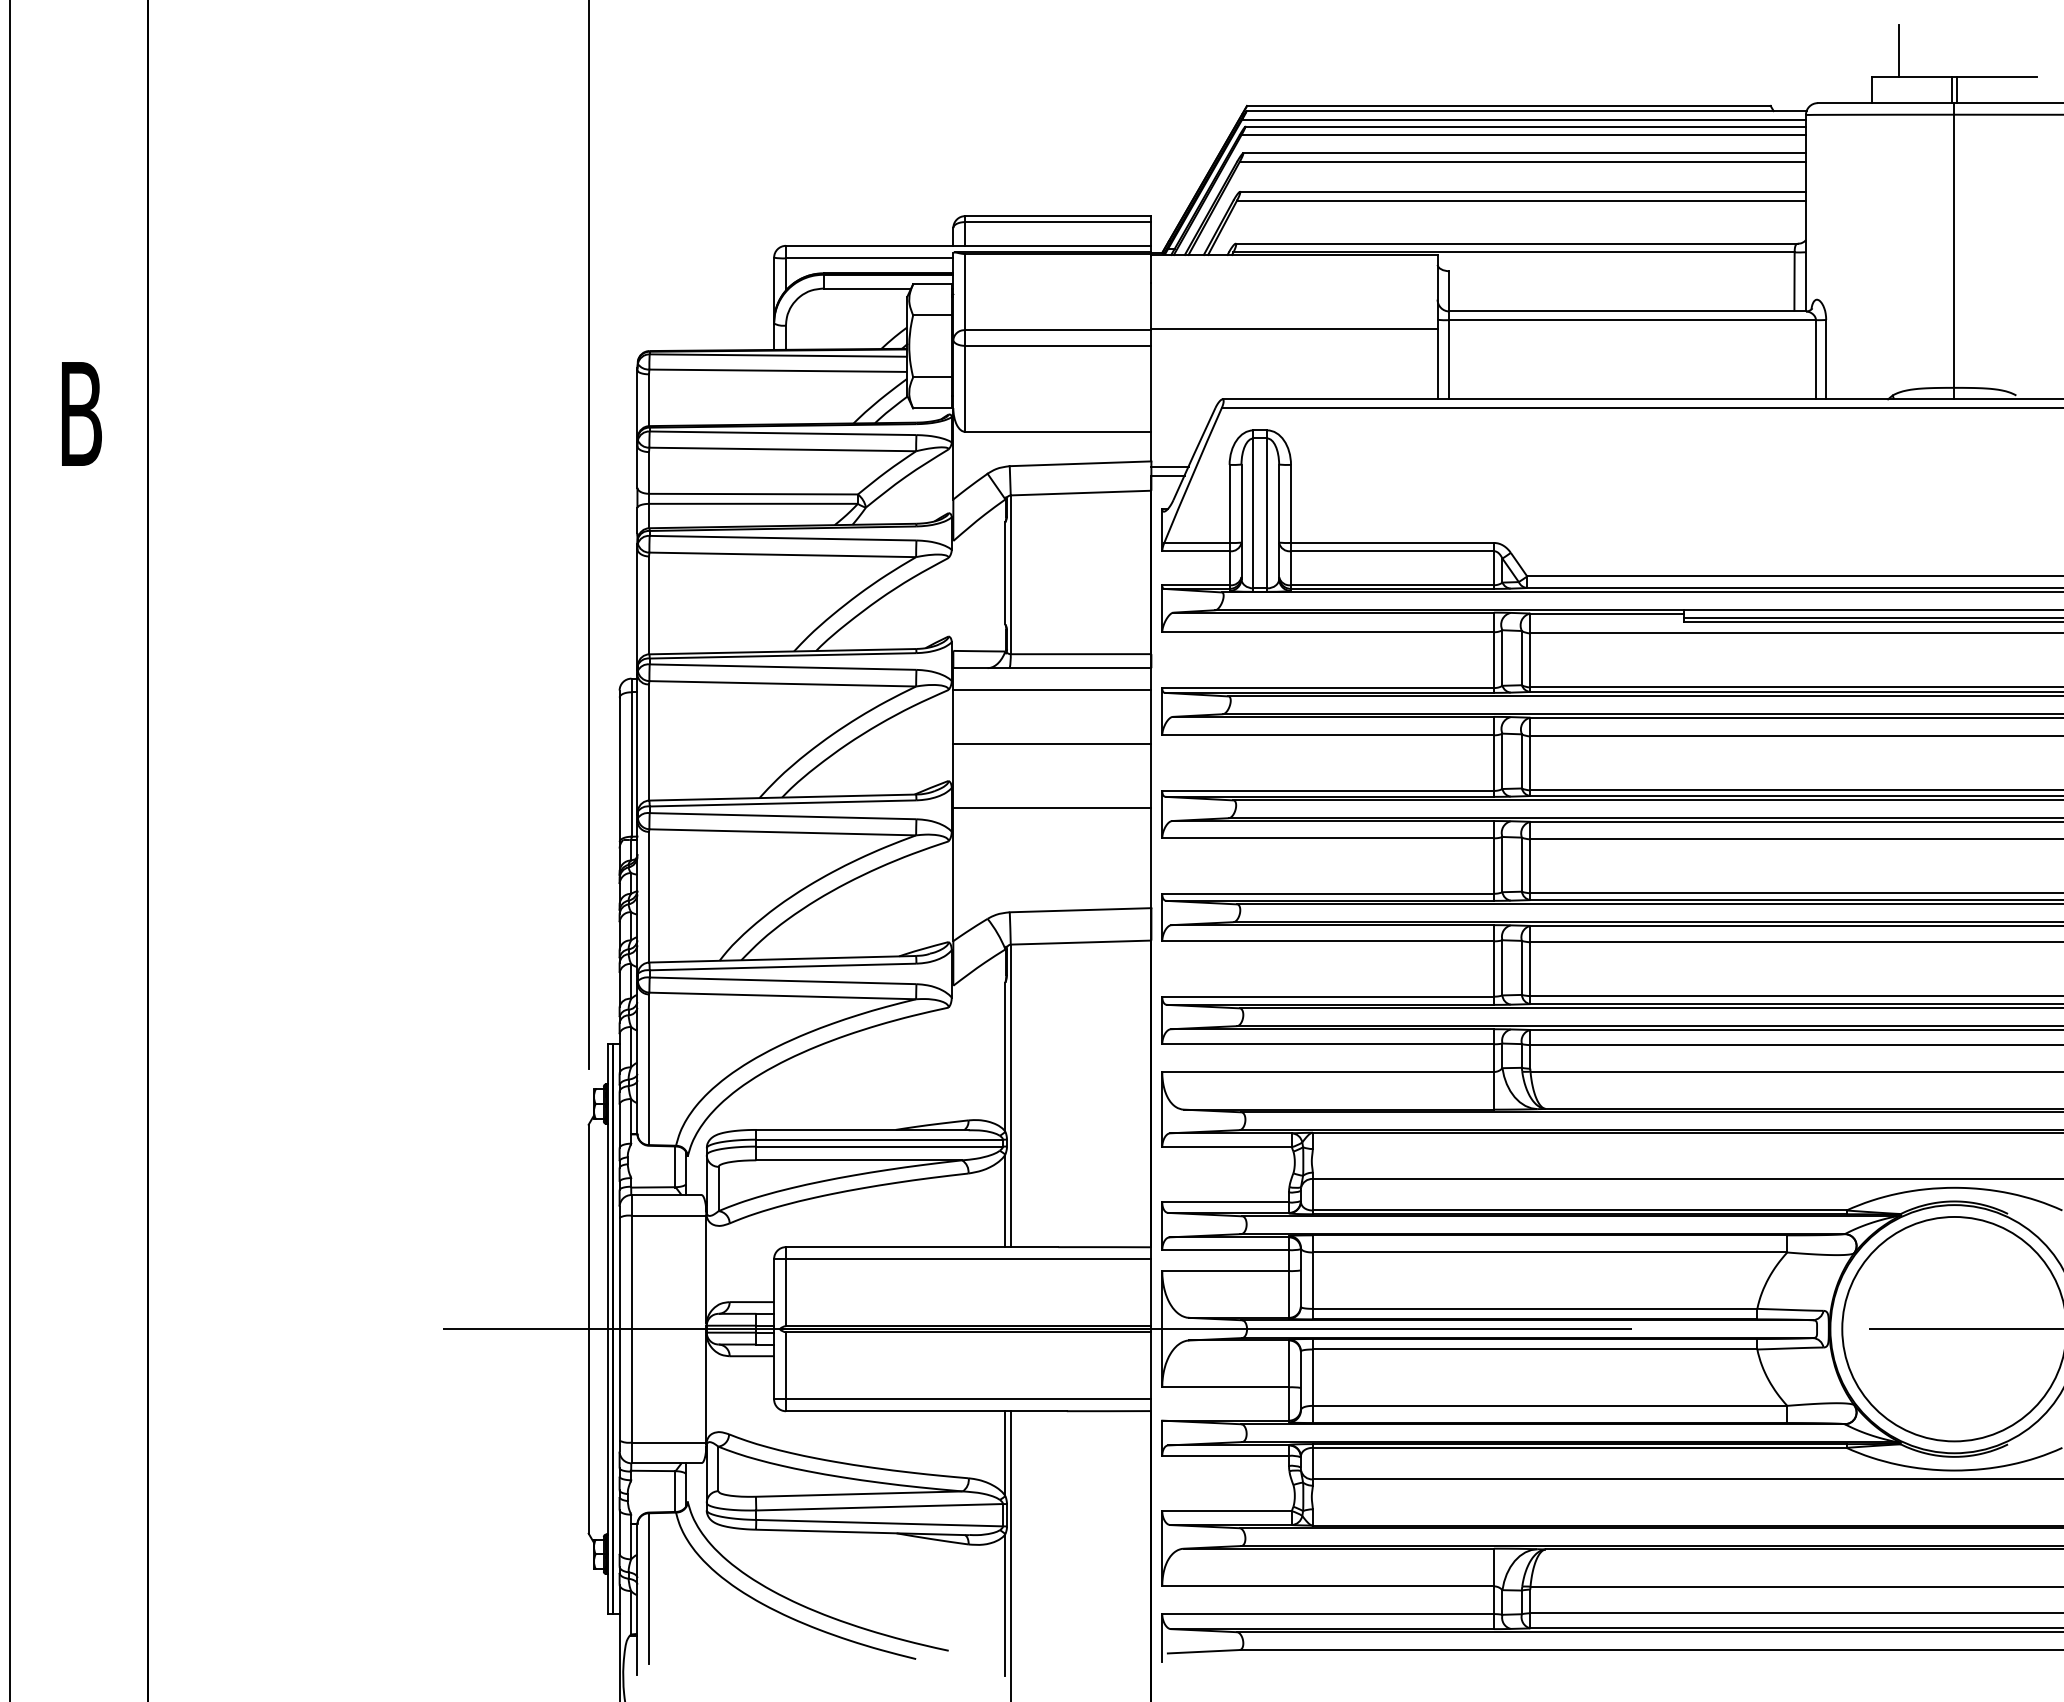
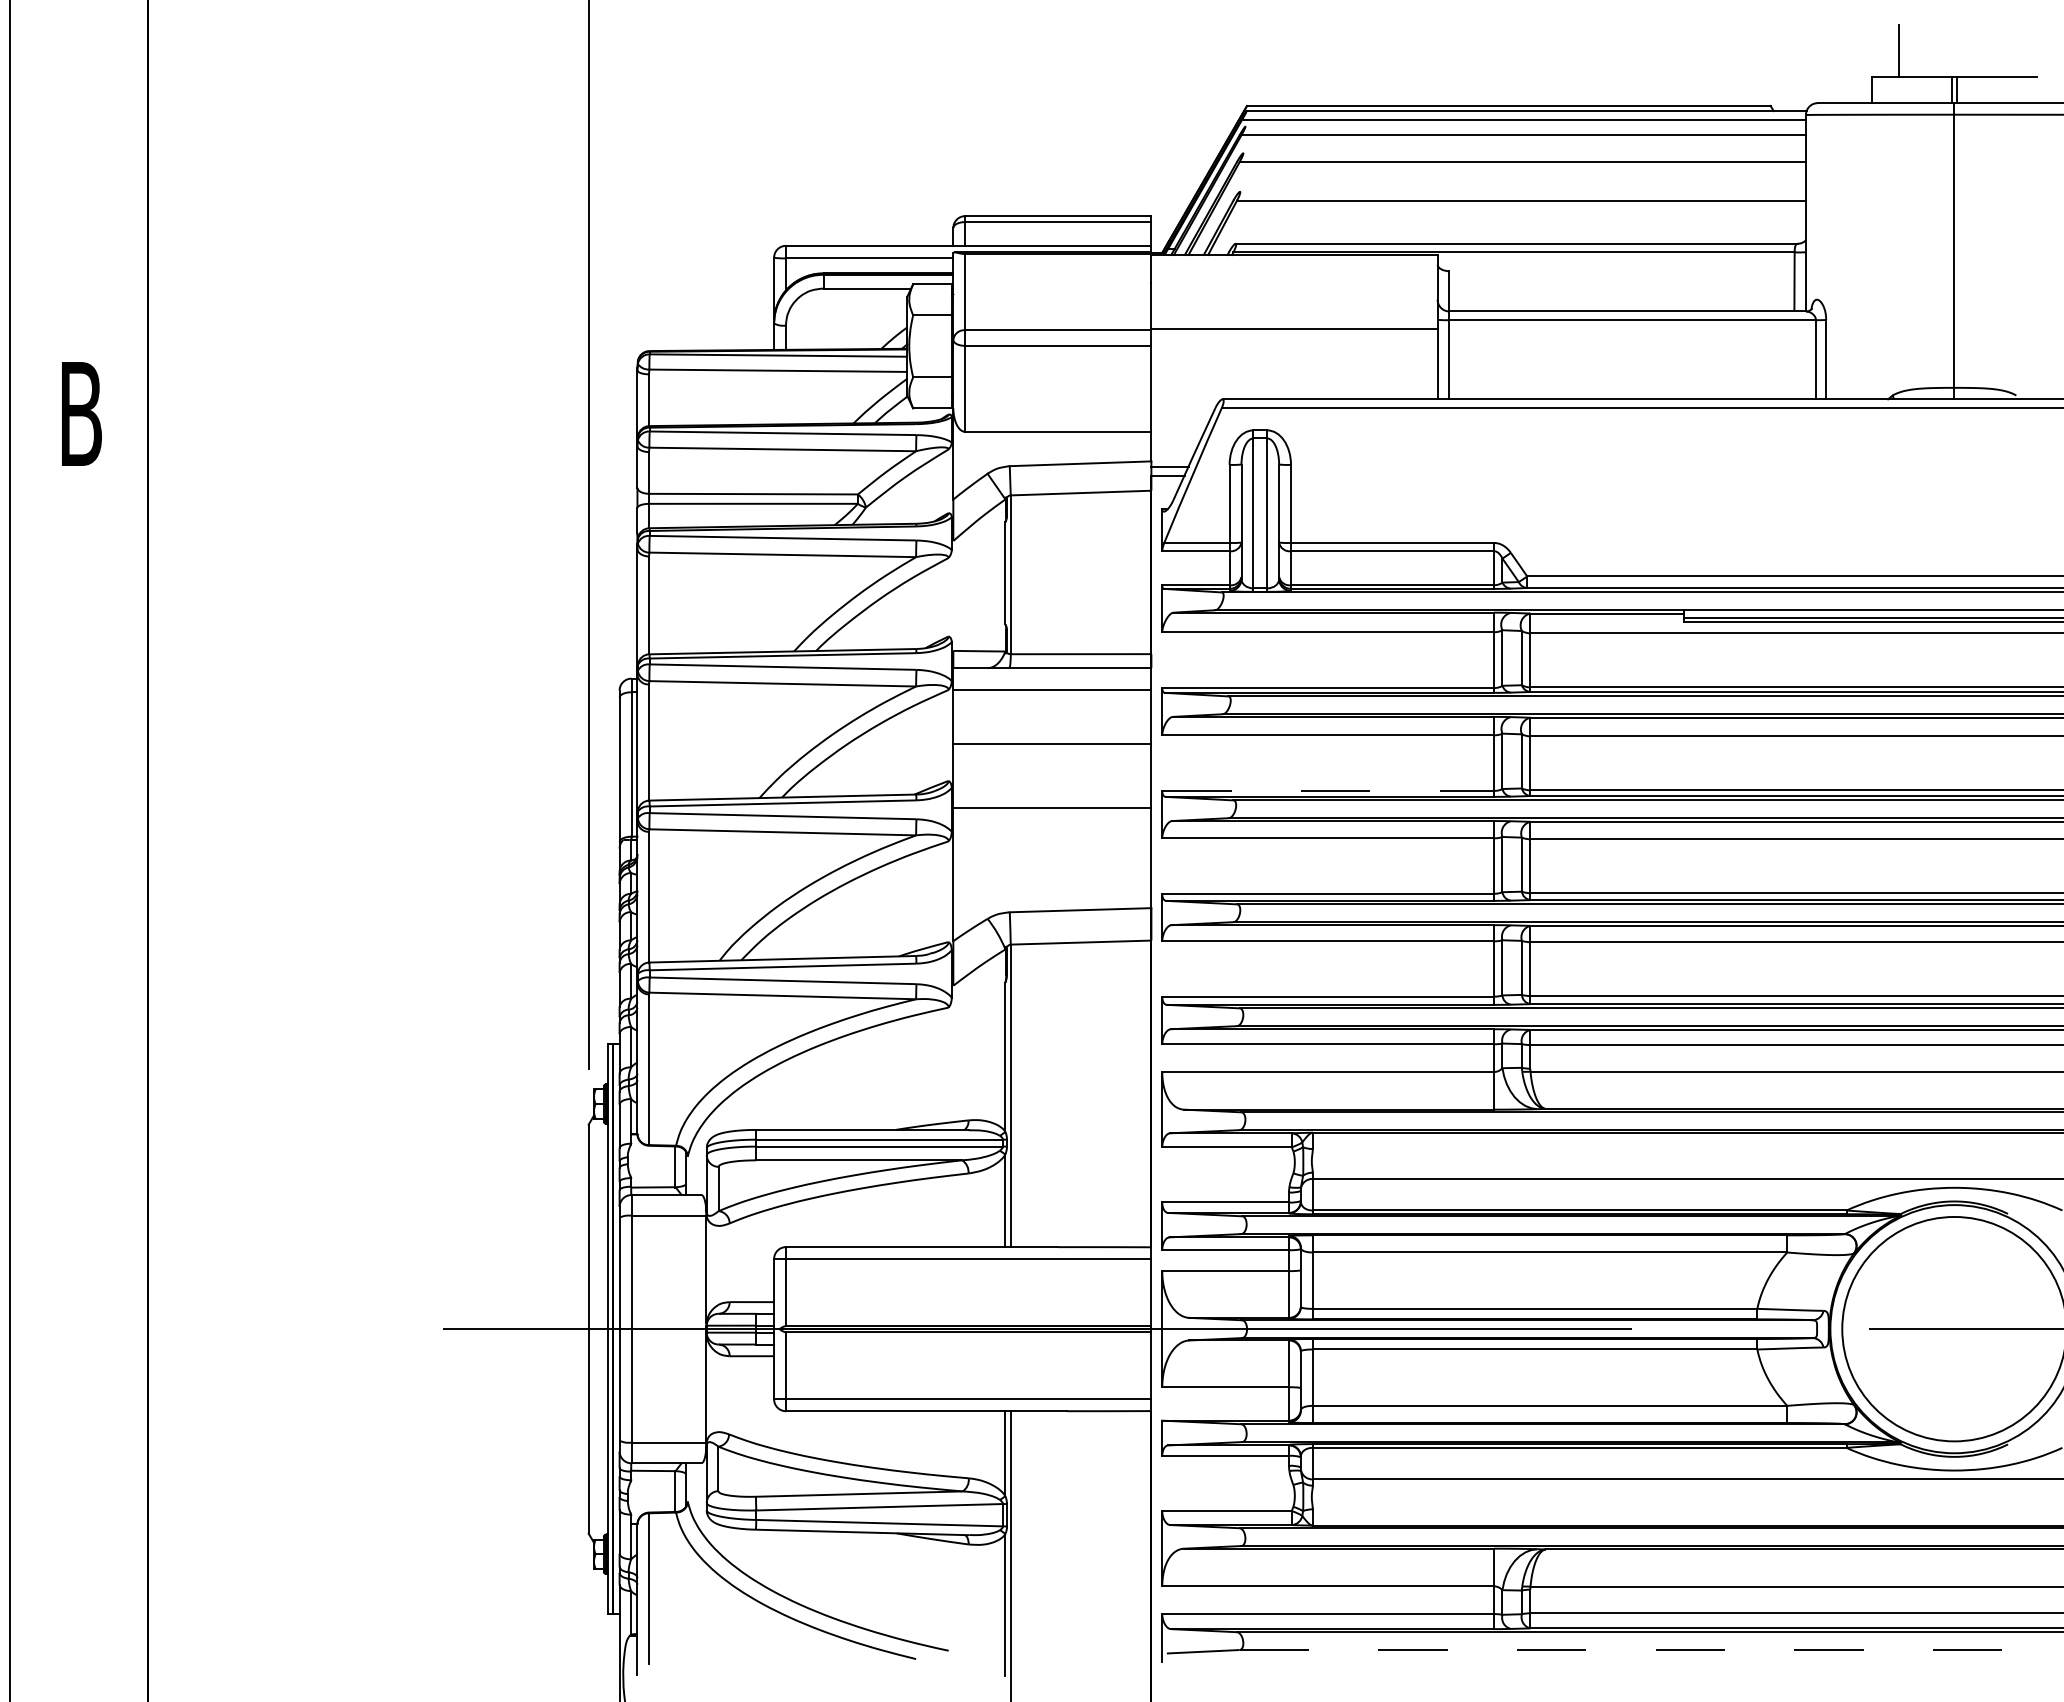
line at (1525, 126): present -> none
line at (1524, 153): present -> none
line at (1522, 191): present -> none
line at (1328, 790): solid -> dashed
line at (1651, 1650): solid -> dashed
